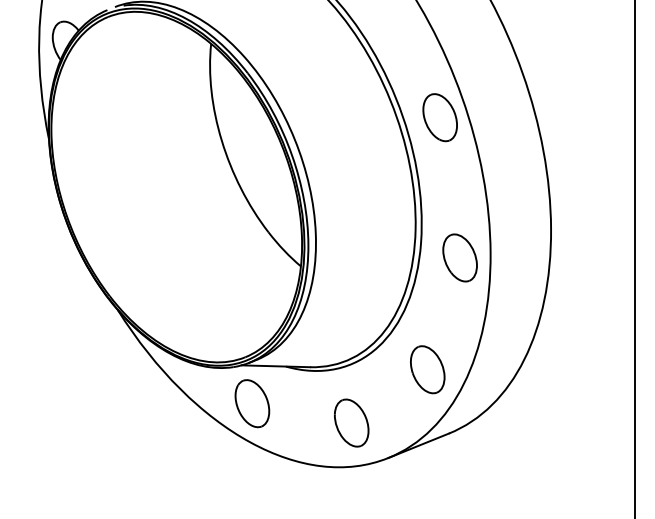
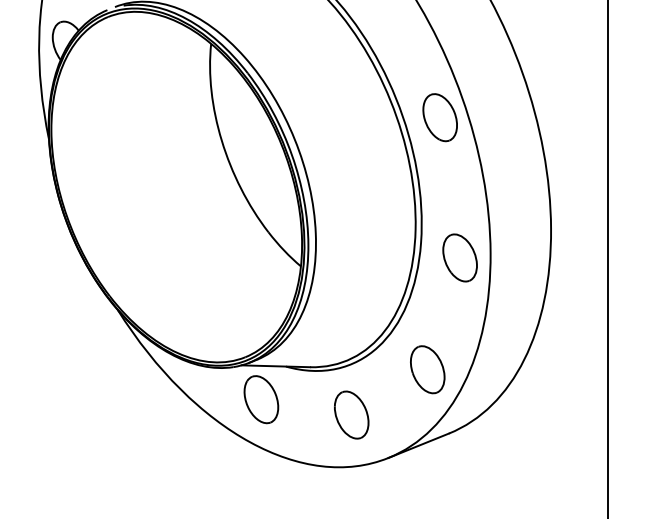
line at (635, 258) position: (635, 258) -> (608, 258)
part at (252, 403) position: (252, 403) -> (261, 399)
part at (351, 422) position: (351, 422) -> (351, 414)
